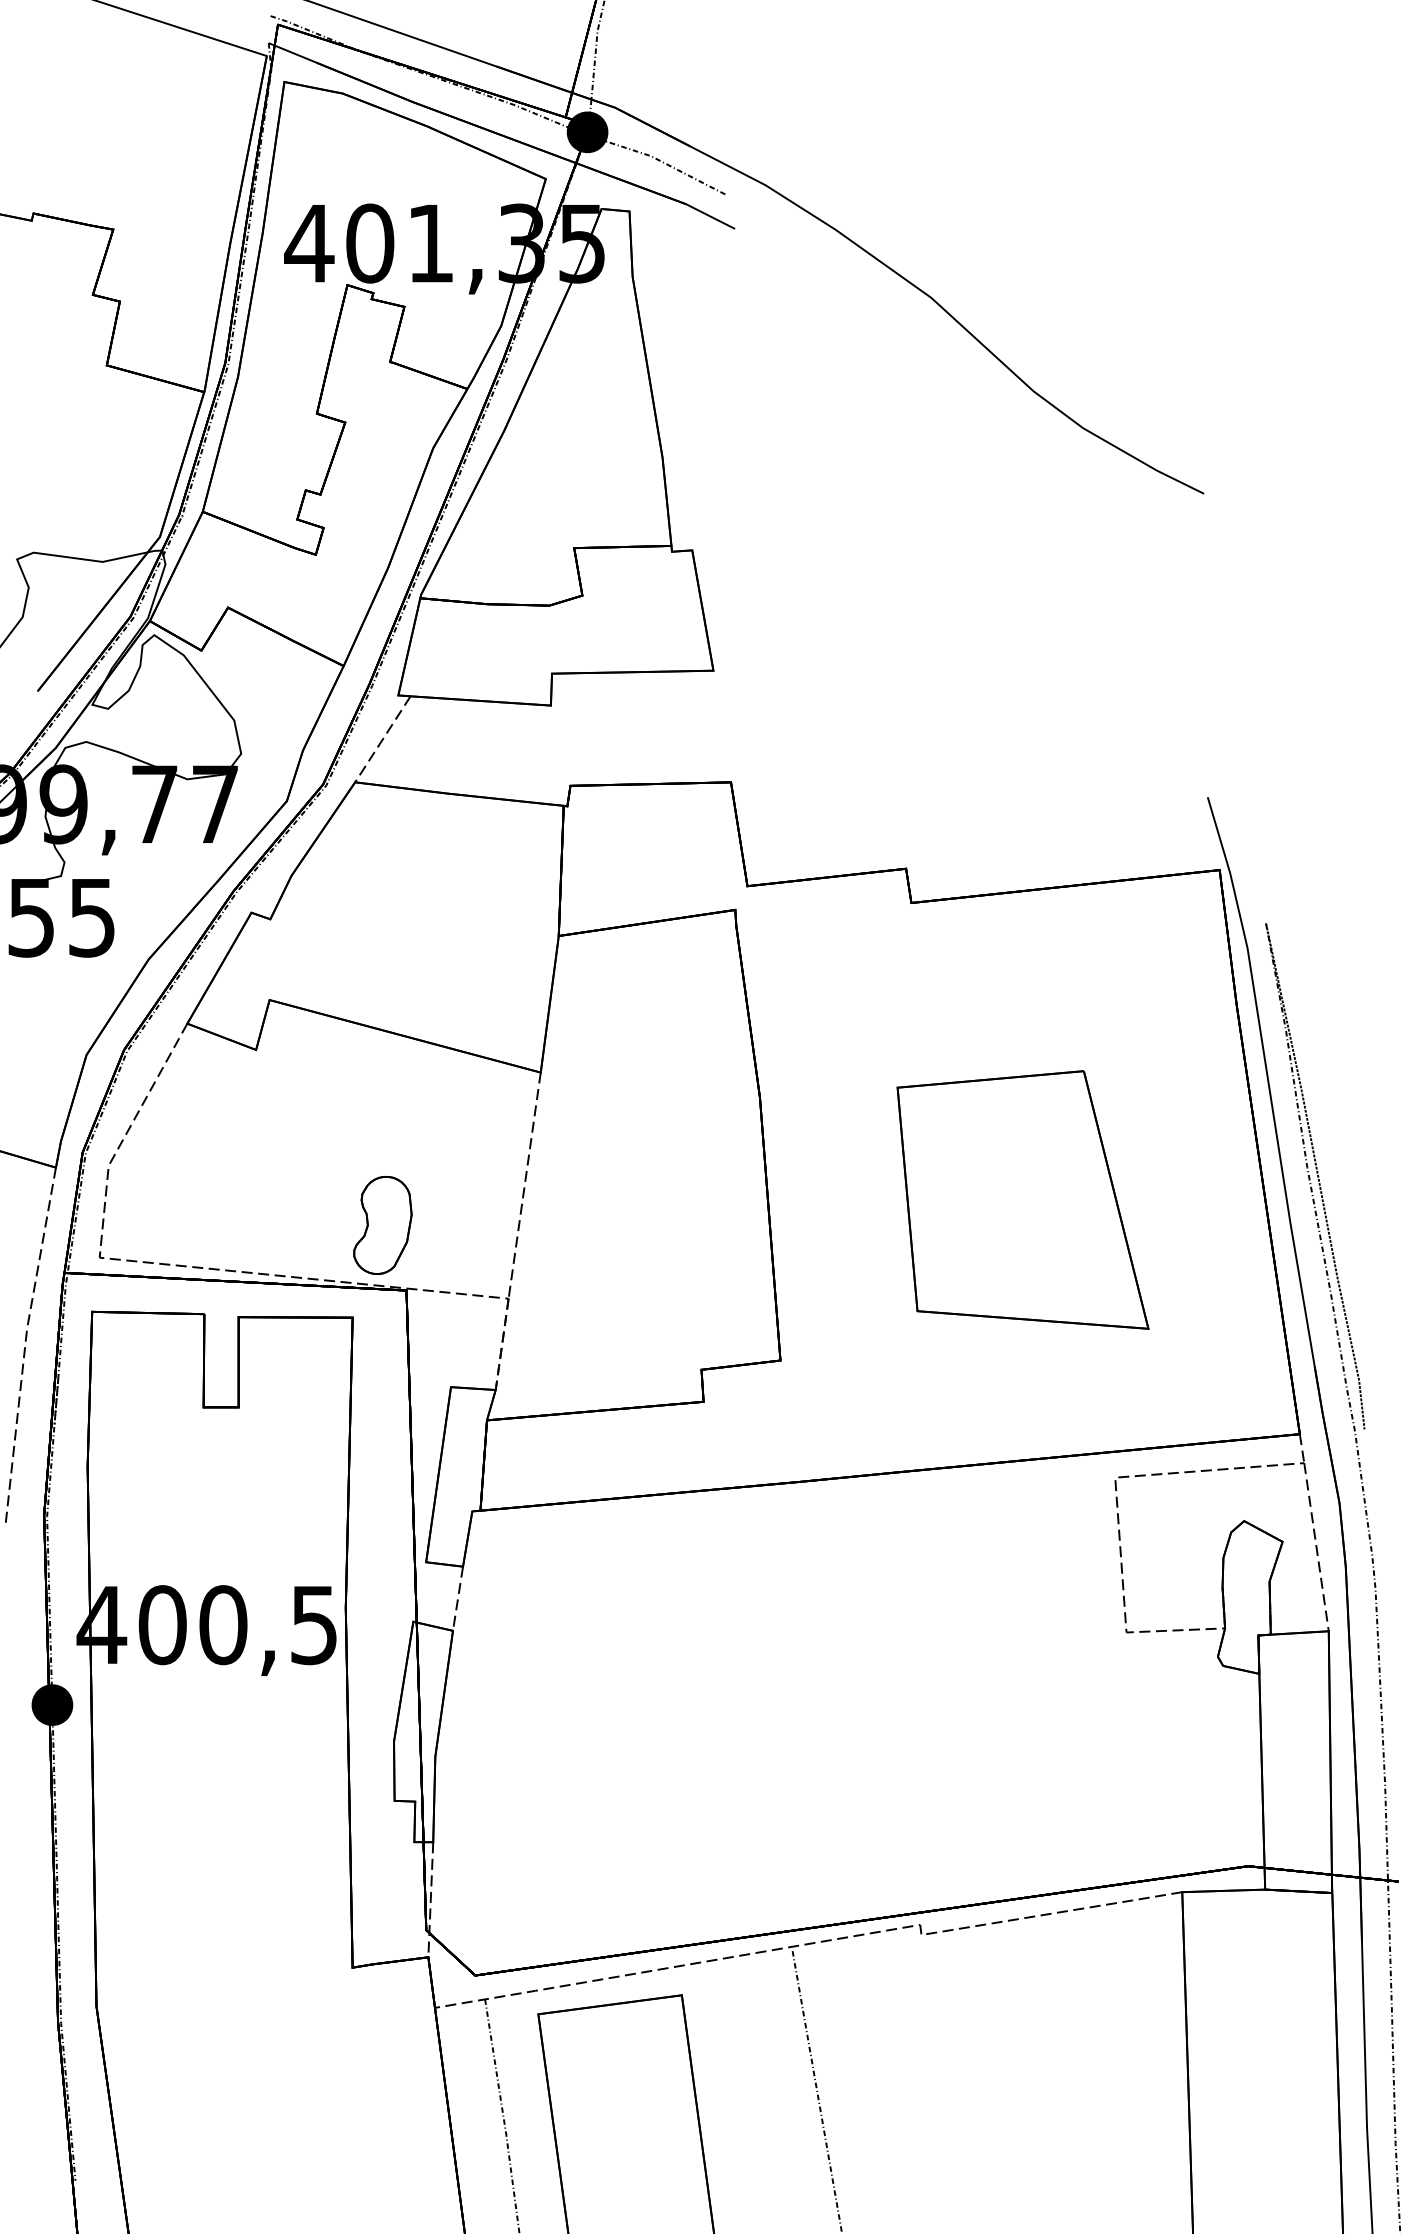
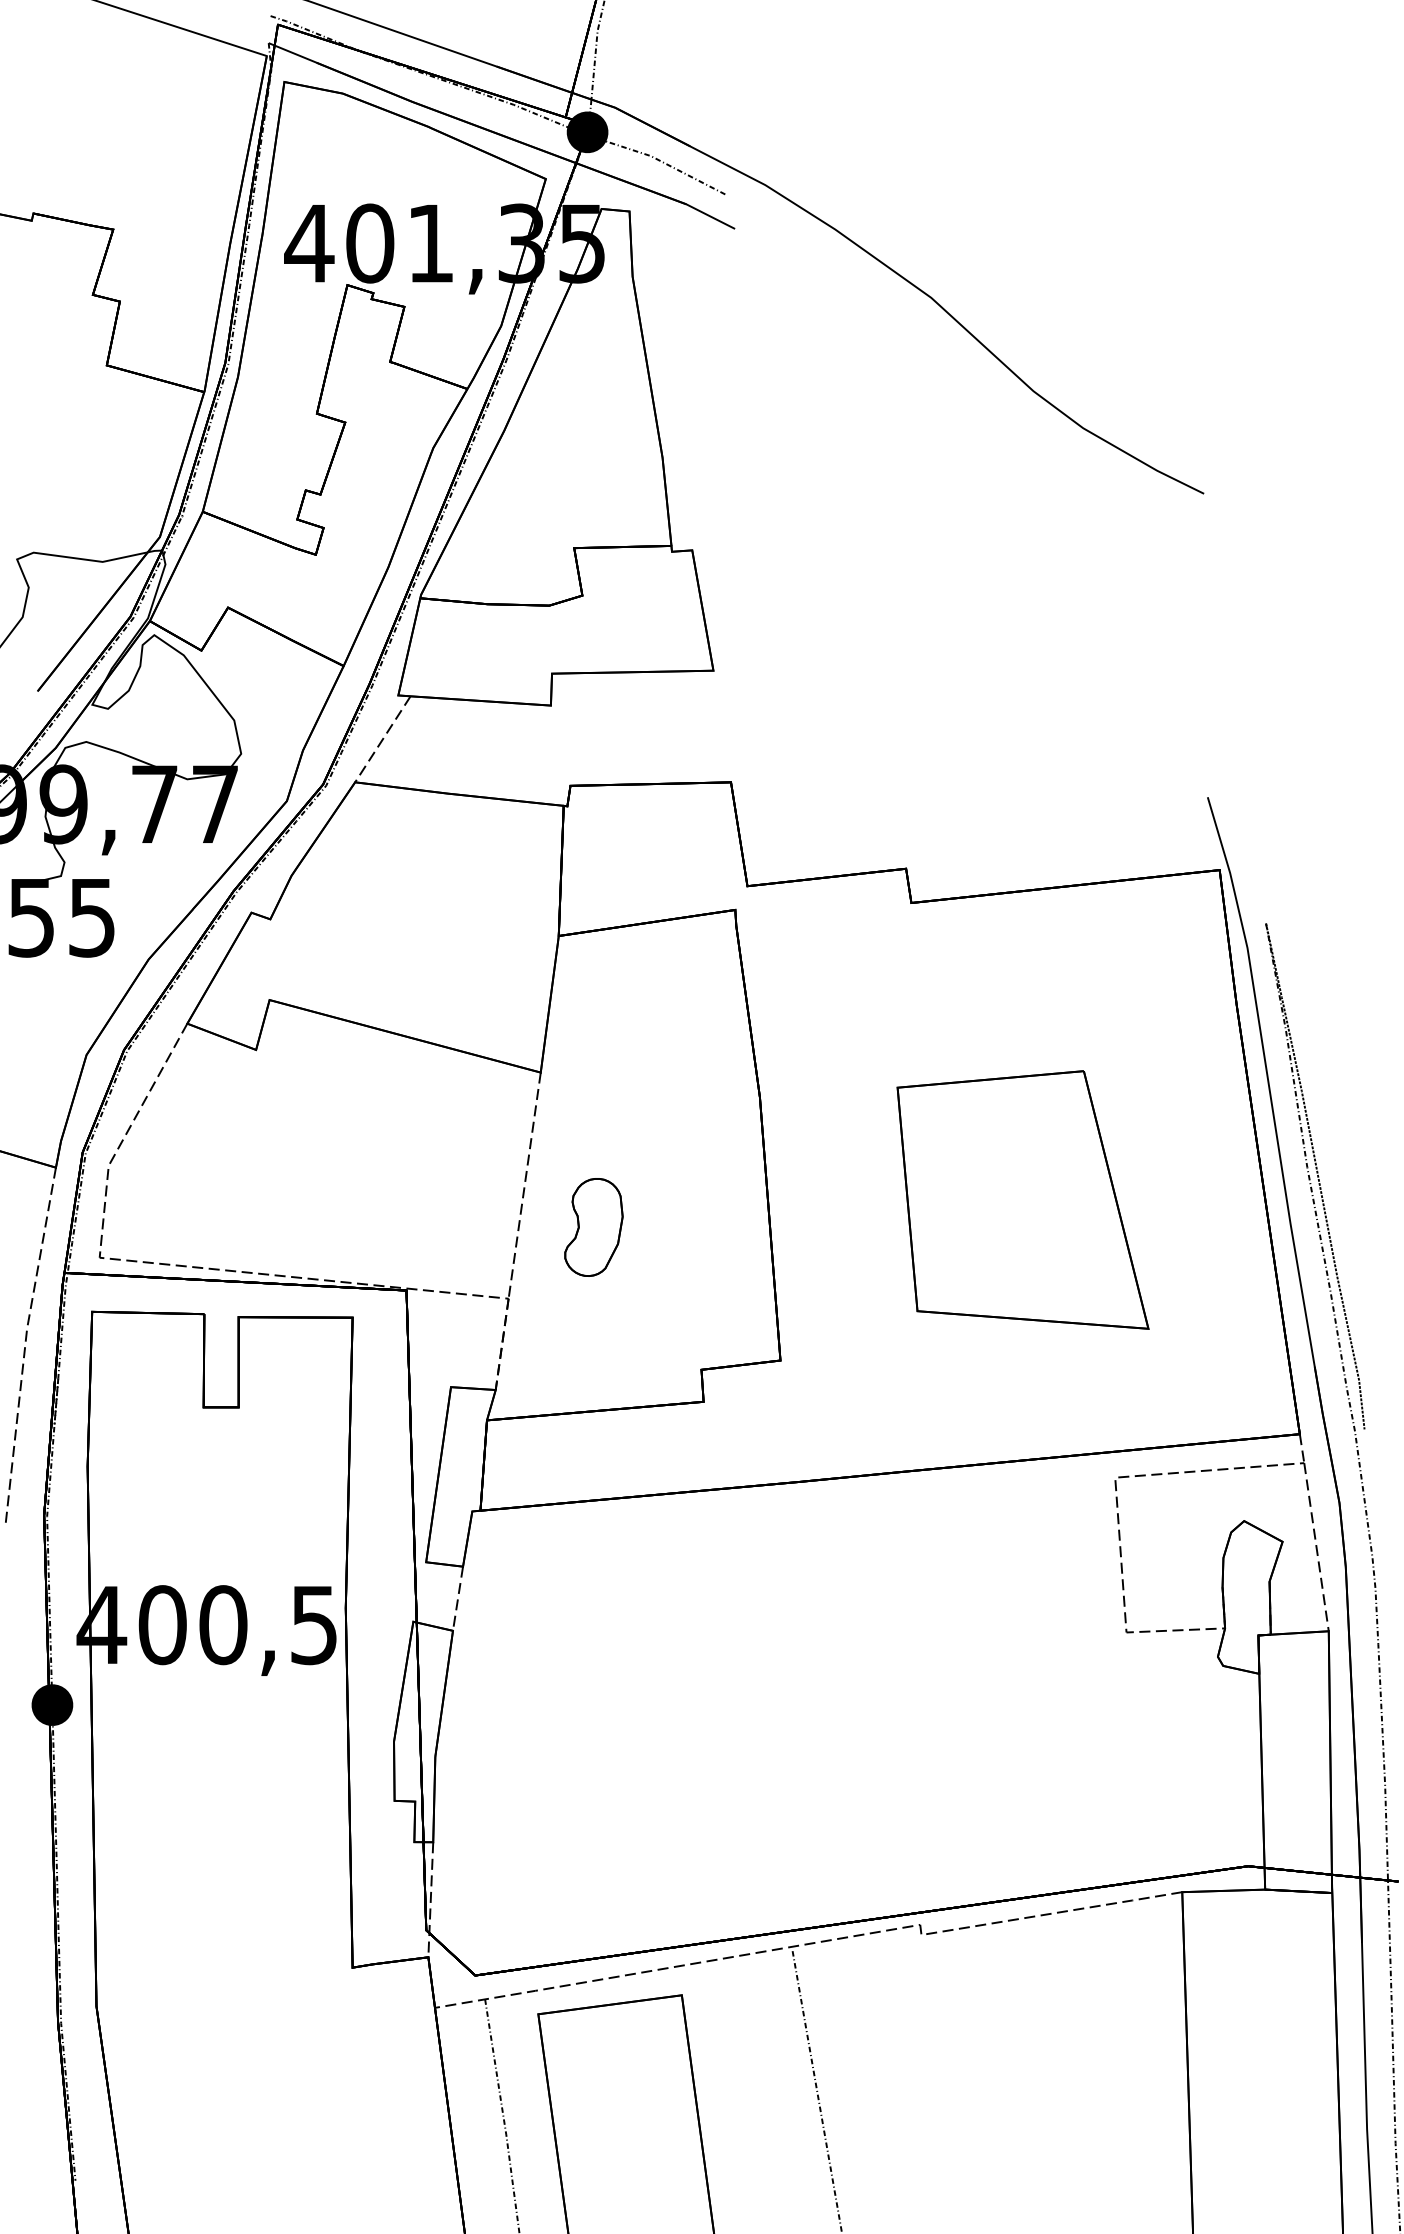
part at (382, 1225) position: (382, 1225) -> (593, 1227)
